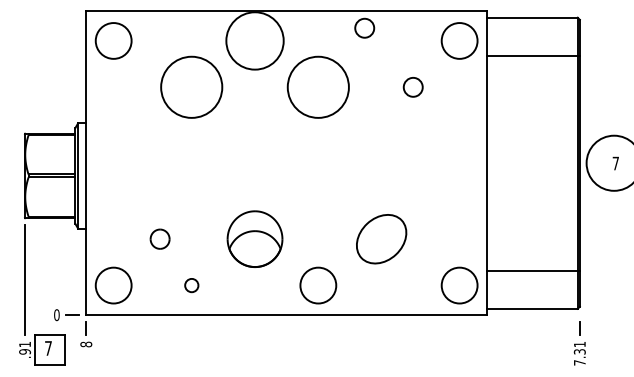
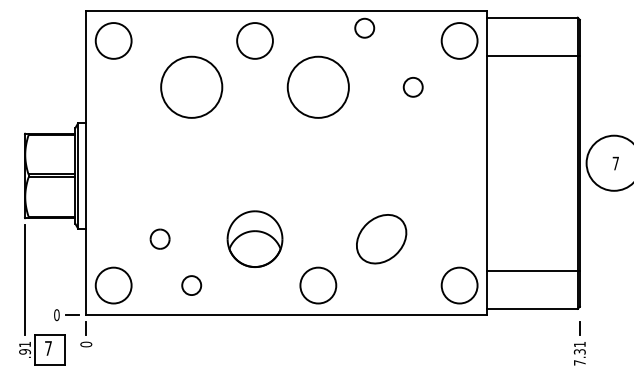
circle at (254, 40) diameter: 57 px -> 36 px
circle at (191, 285) size: 16x16 px -> 22x21 px
text at (85, 344): 8 -> 0
